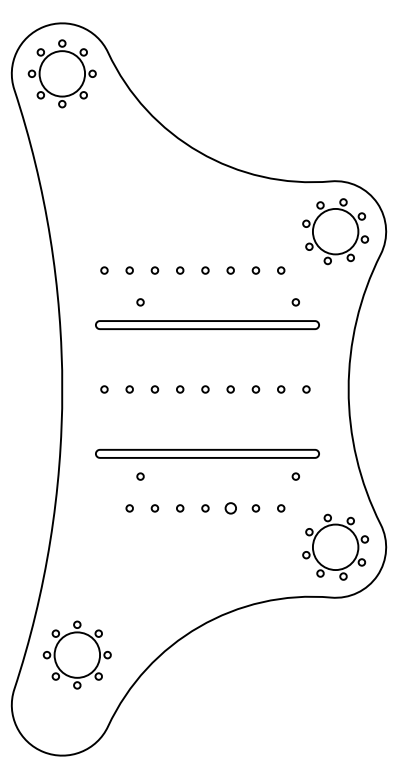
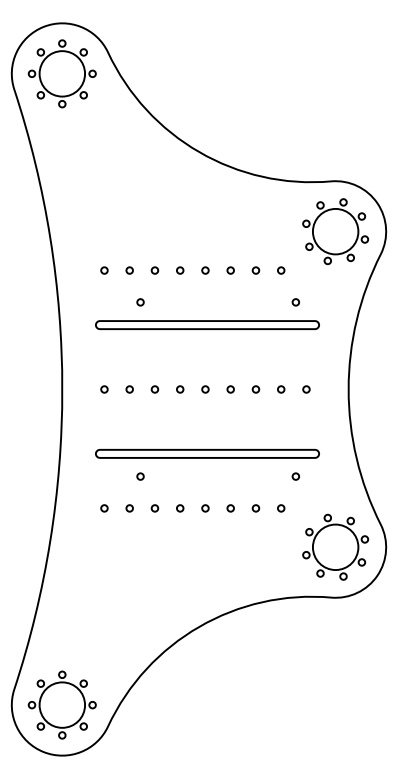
circle at (104, 508): none -> present
circle at (230, 508) size: 13x13 px -> 9x9 px
part at (76, 654) position: (76, 654) -> (61, 704)
